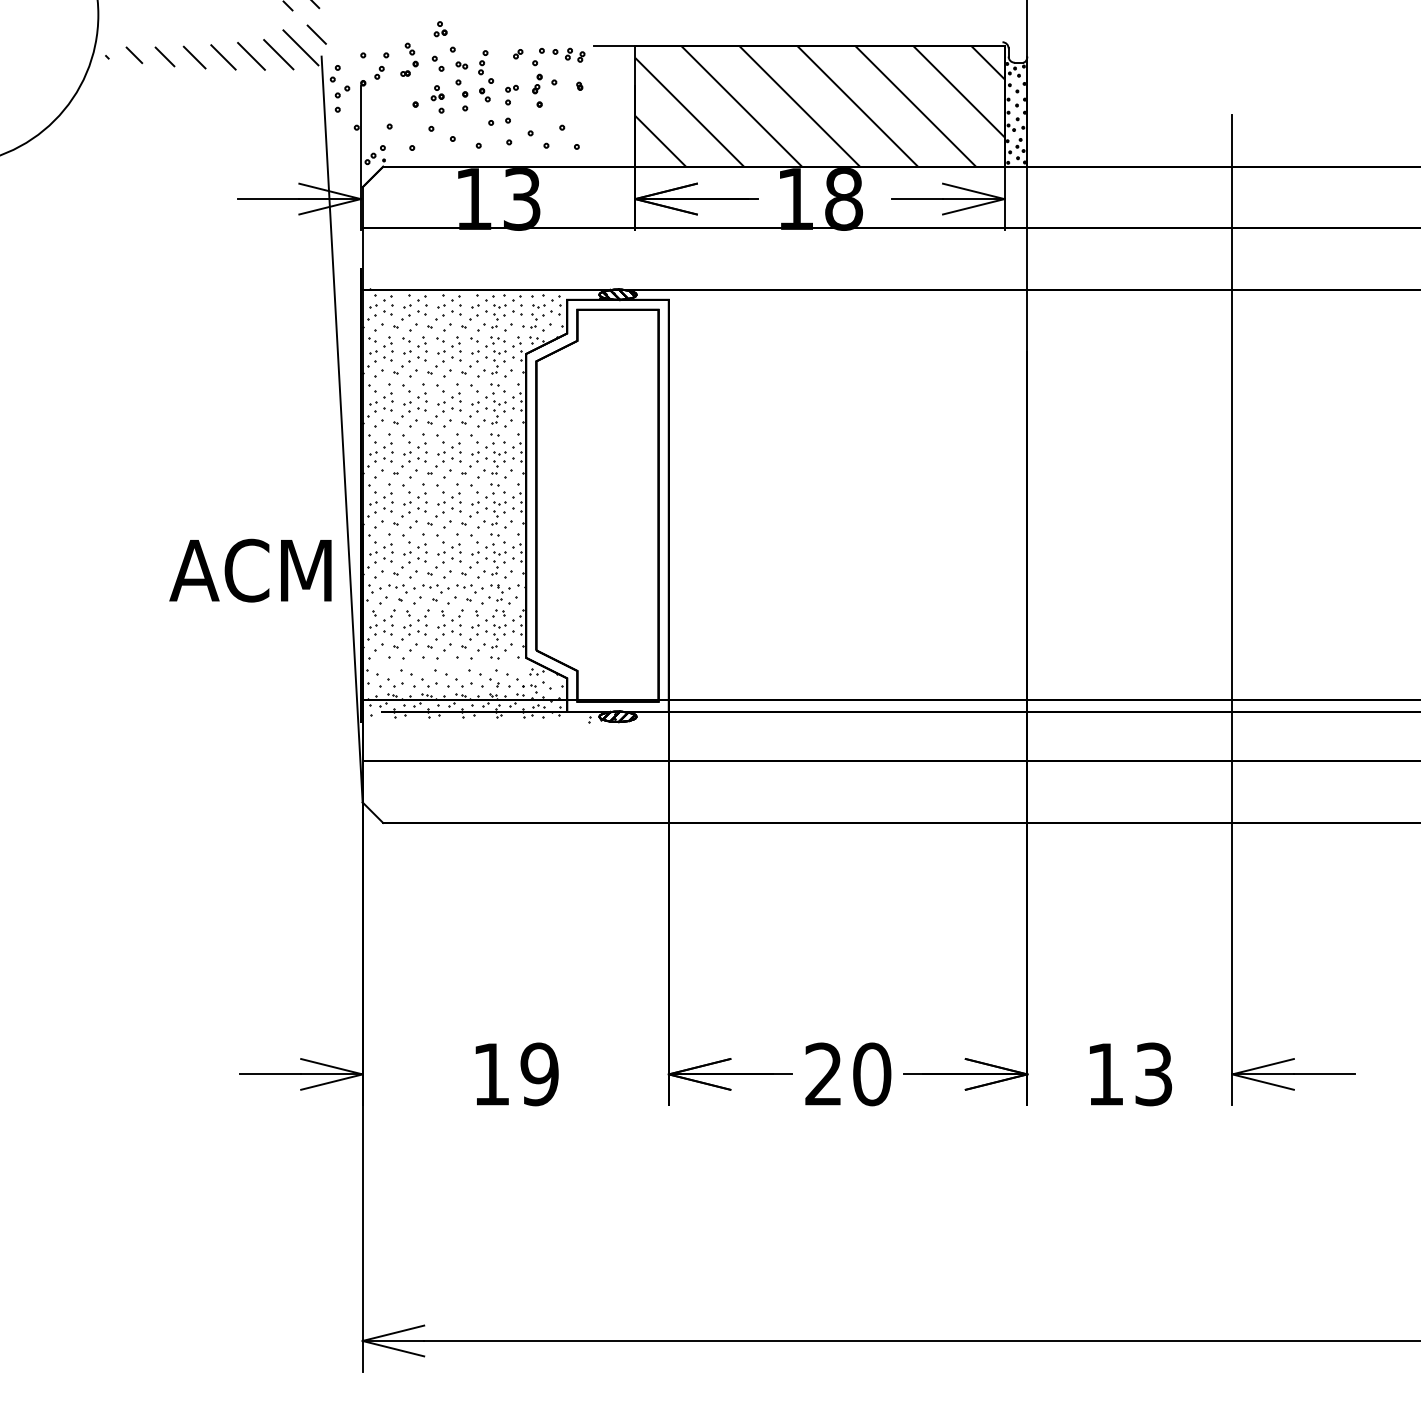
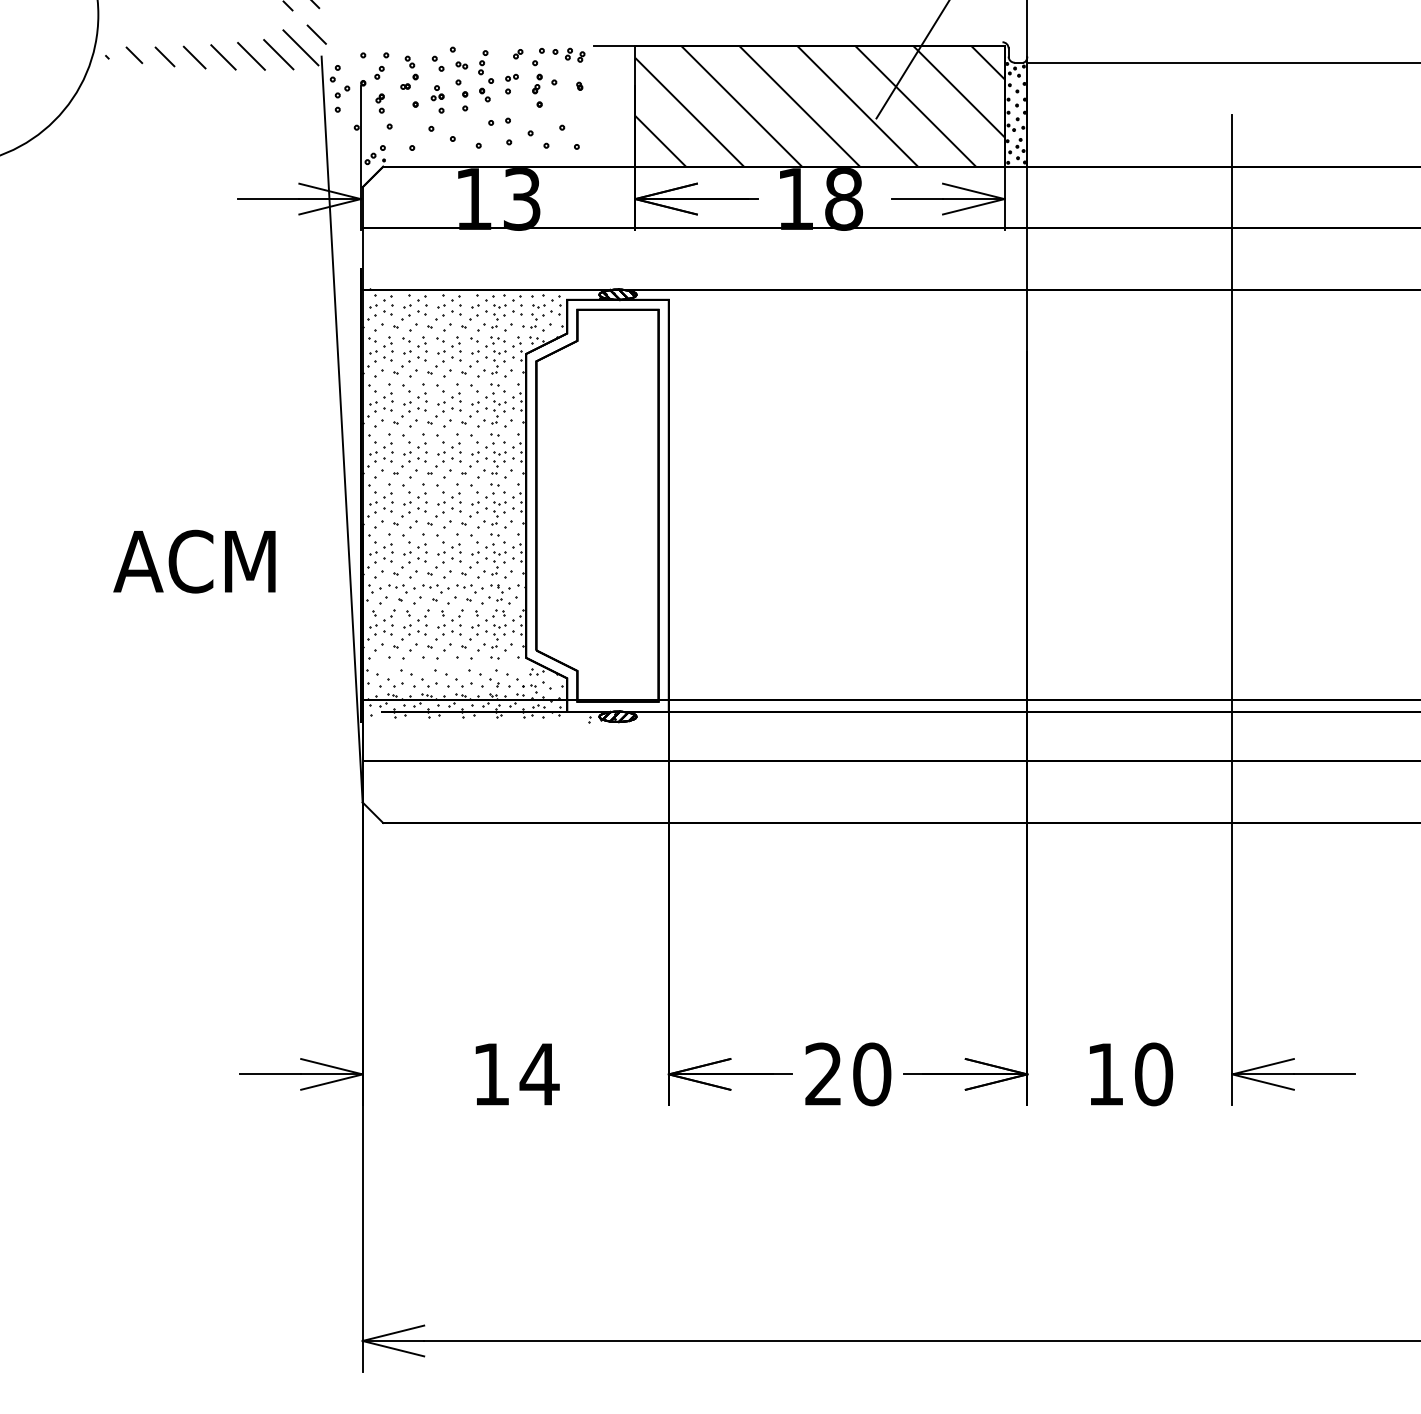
part at (440, 29): present -> none
part at (409, 59) position: (409, 59) -> (409, 72)
line at (912, 60): none -> present
line at (1222, 62): none -> present
part at (511, 94) position: (511, 94) -> (511, 83)
part at (379, 103): none -> present
text at (250, 570) position: (250, 570) -> (194, 561)
text at (539, 1074): 19 -> 14
text at (1154, 1074): 13 -> 10
